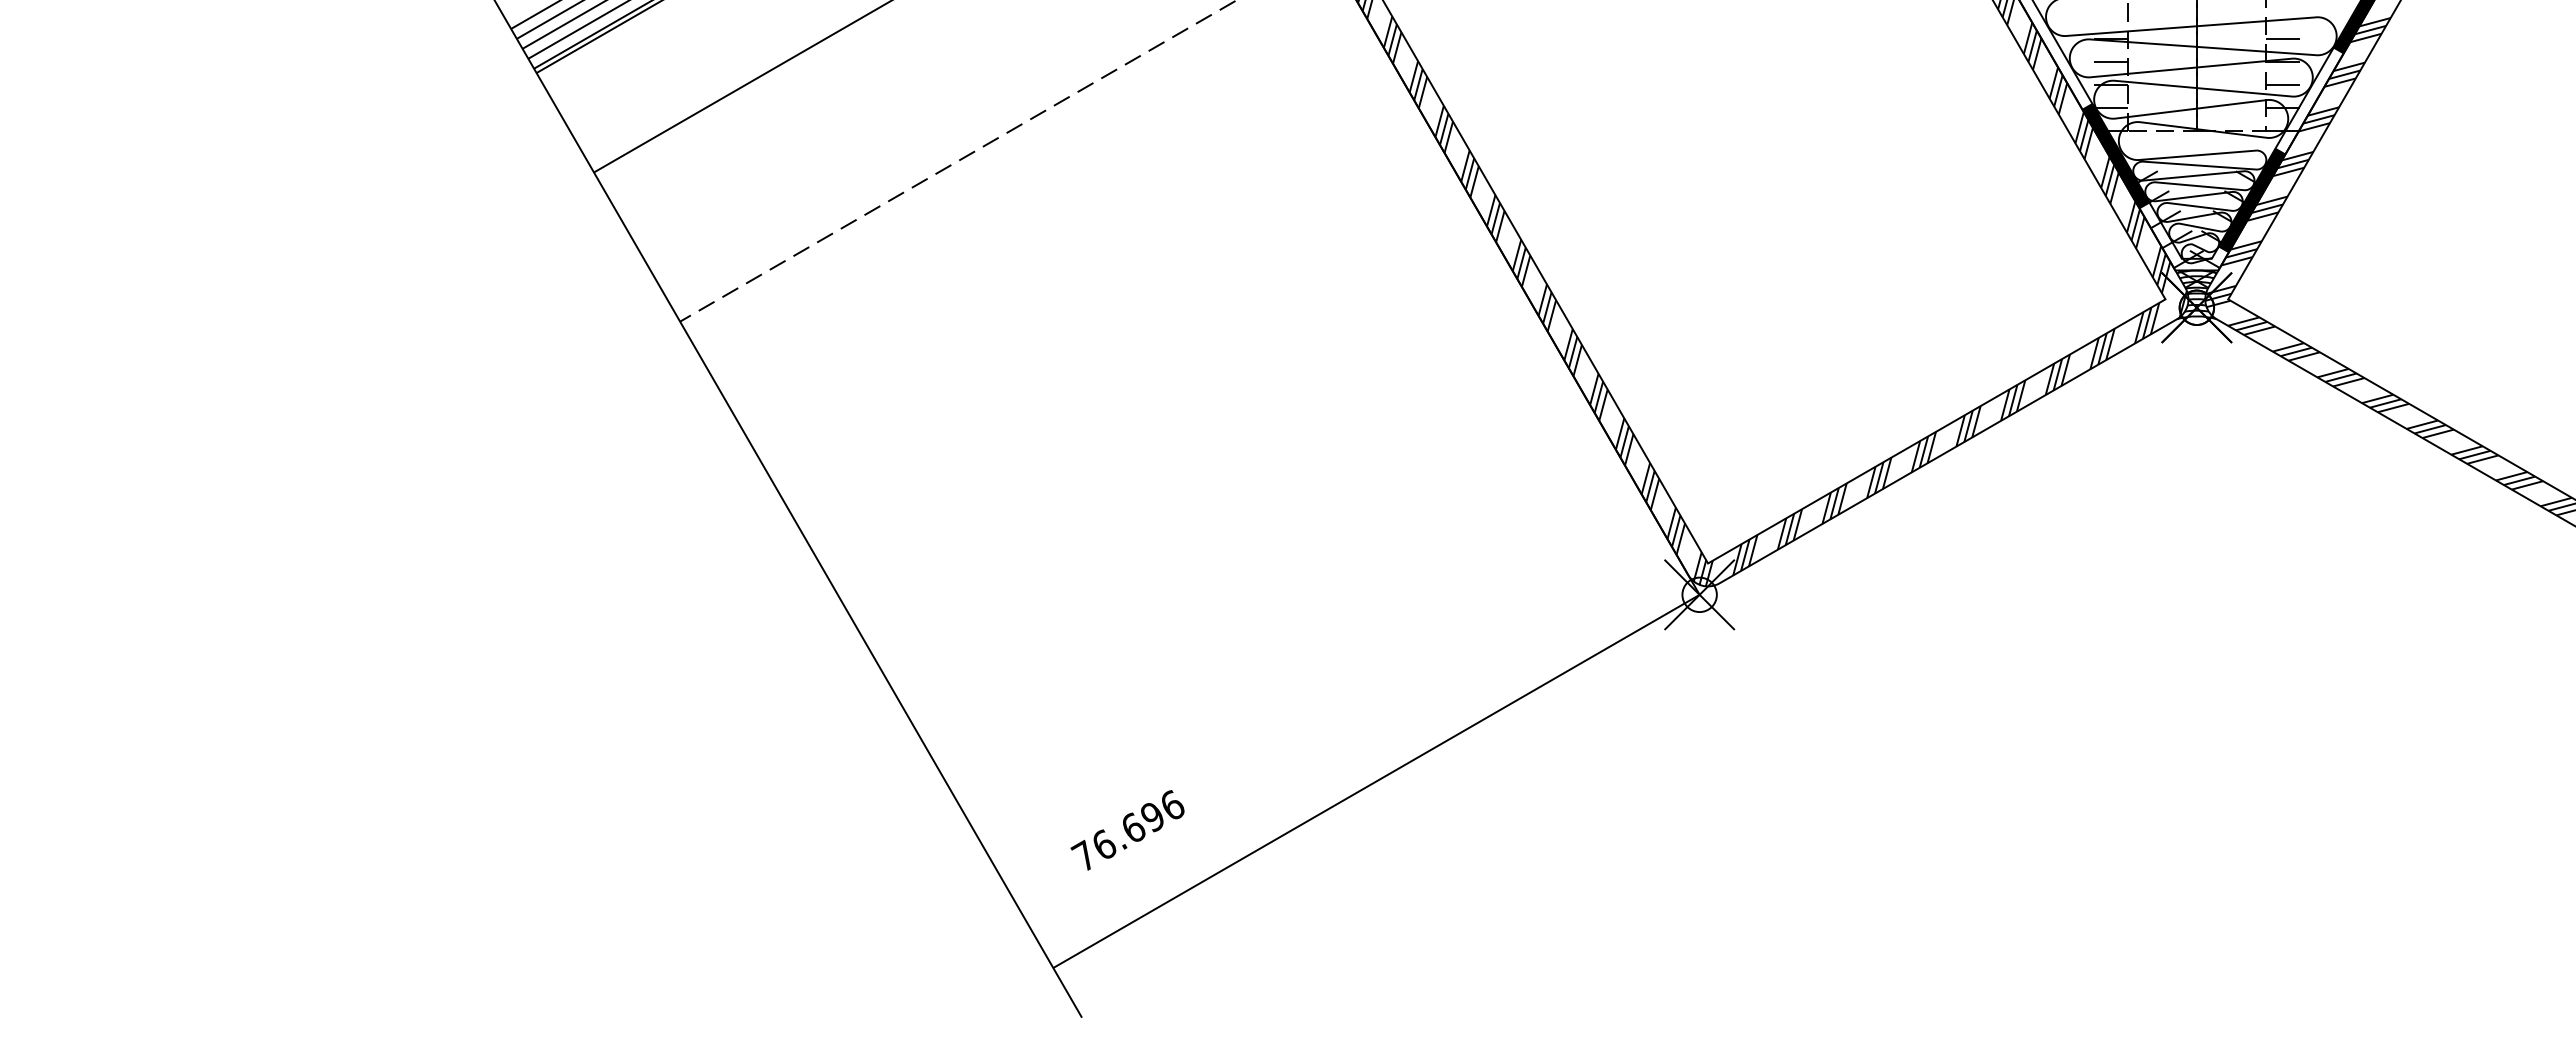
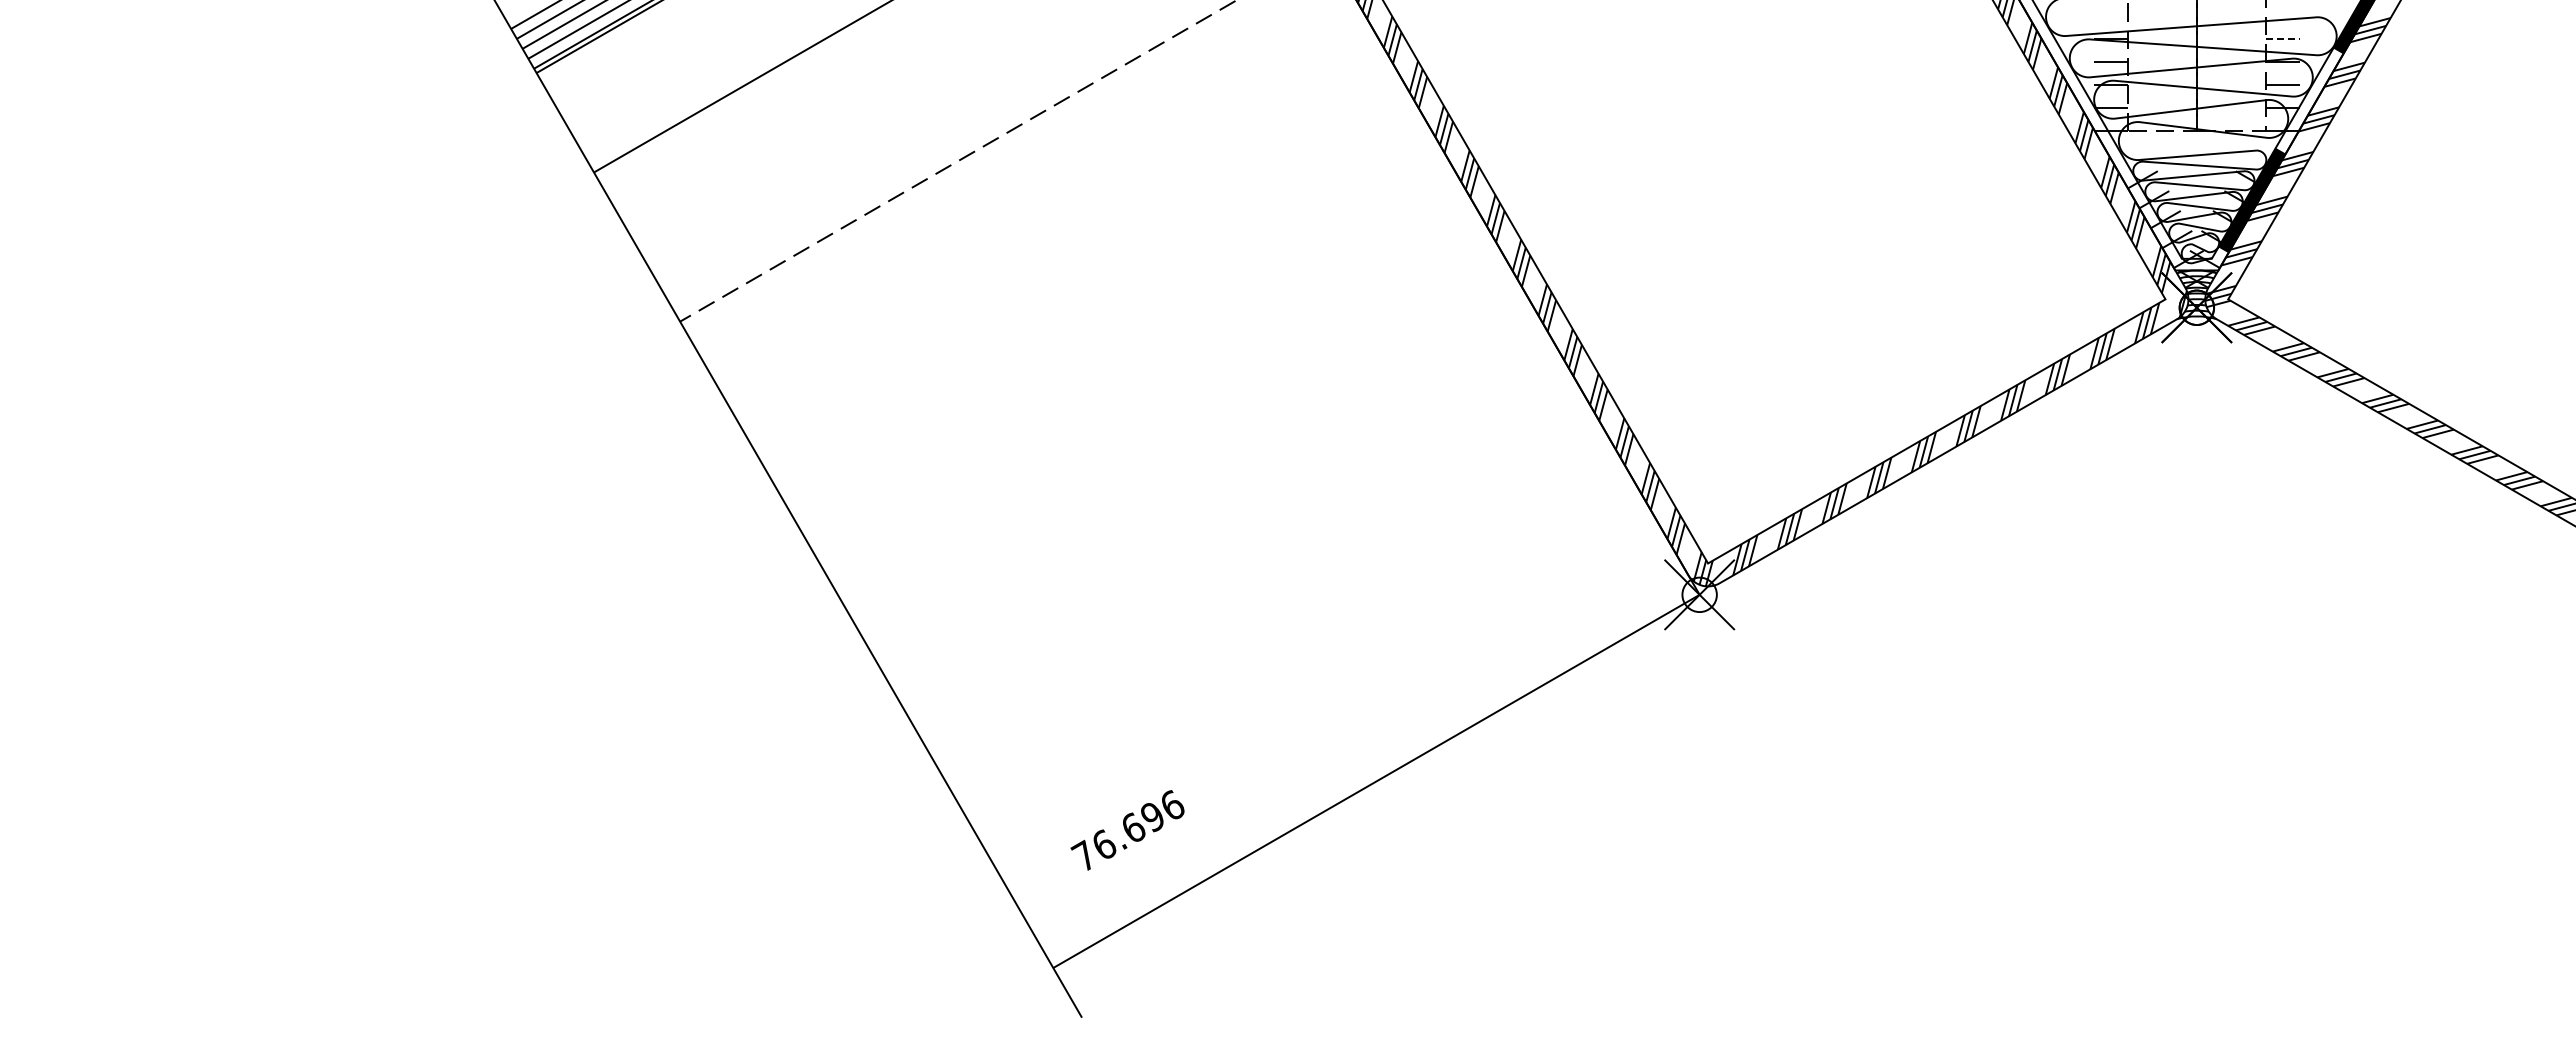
line at (2283, 39): solid -> dashed
fill at (2115, 155): present -> none
